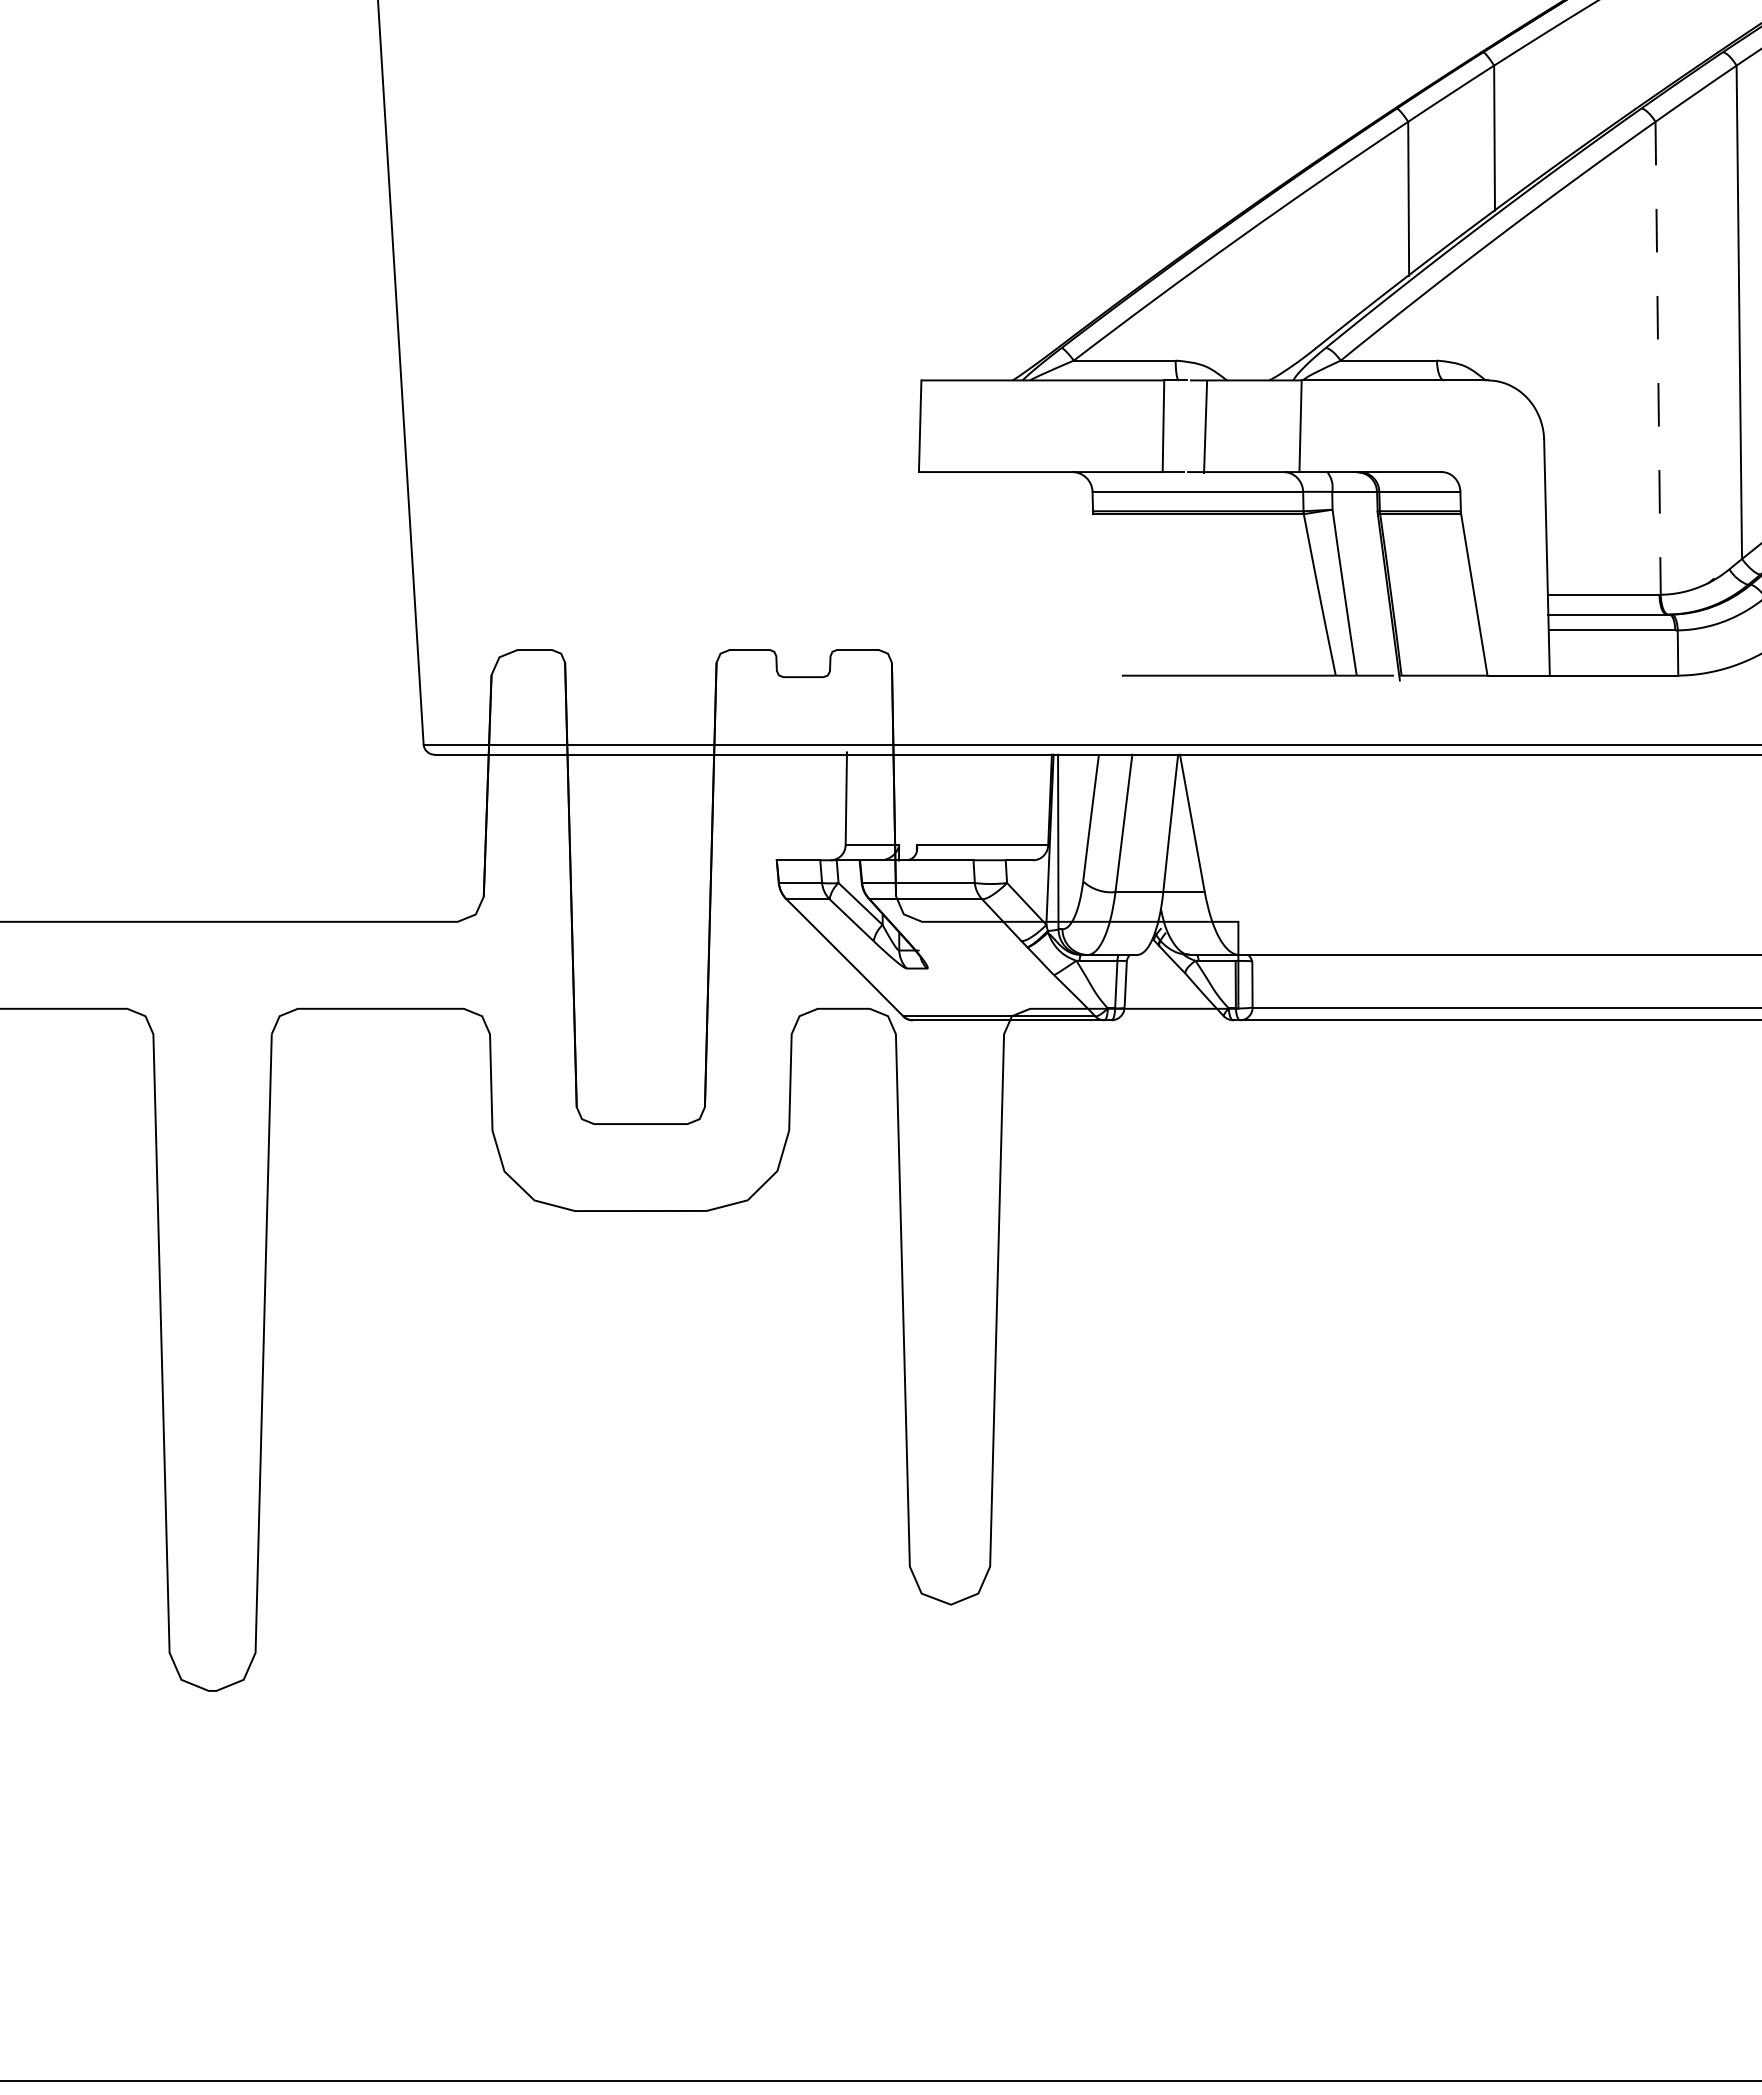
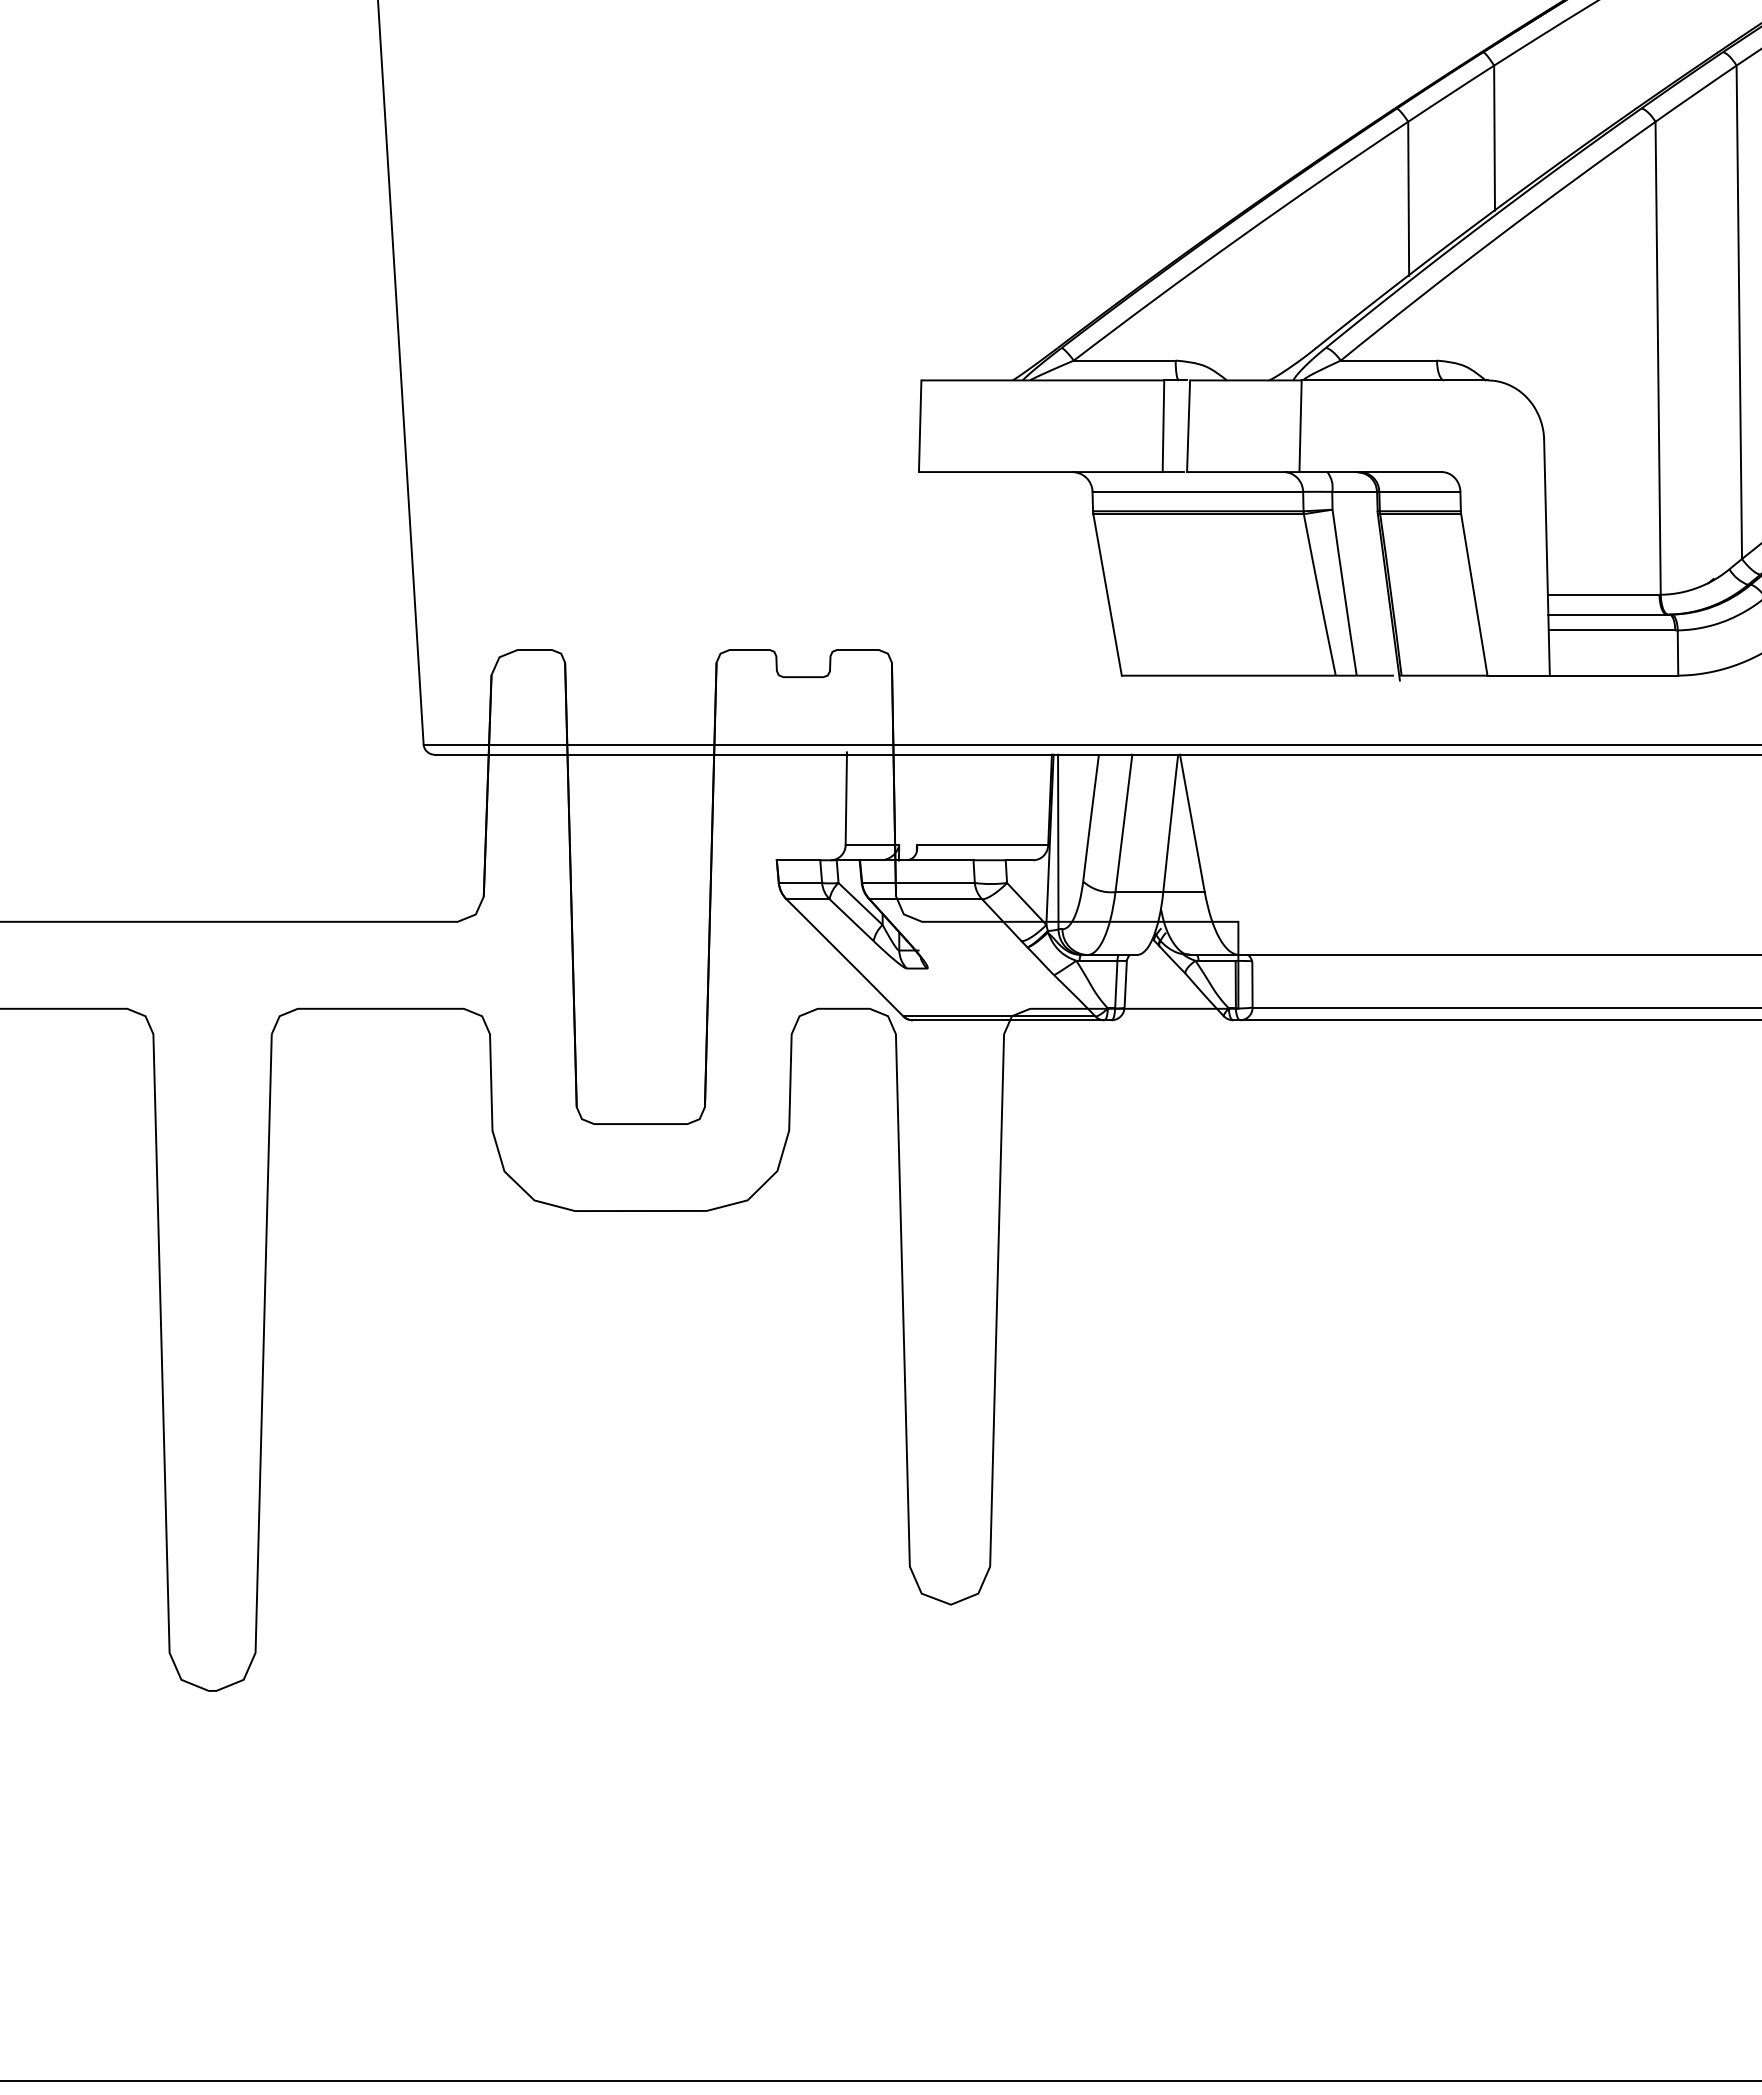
line at (1658, 358): dashed -> solid
line at (1205, 427) position: (1205, 427) -> (1188, 426)
line at (1107, 594): none -> present
